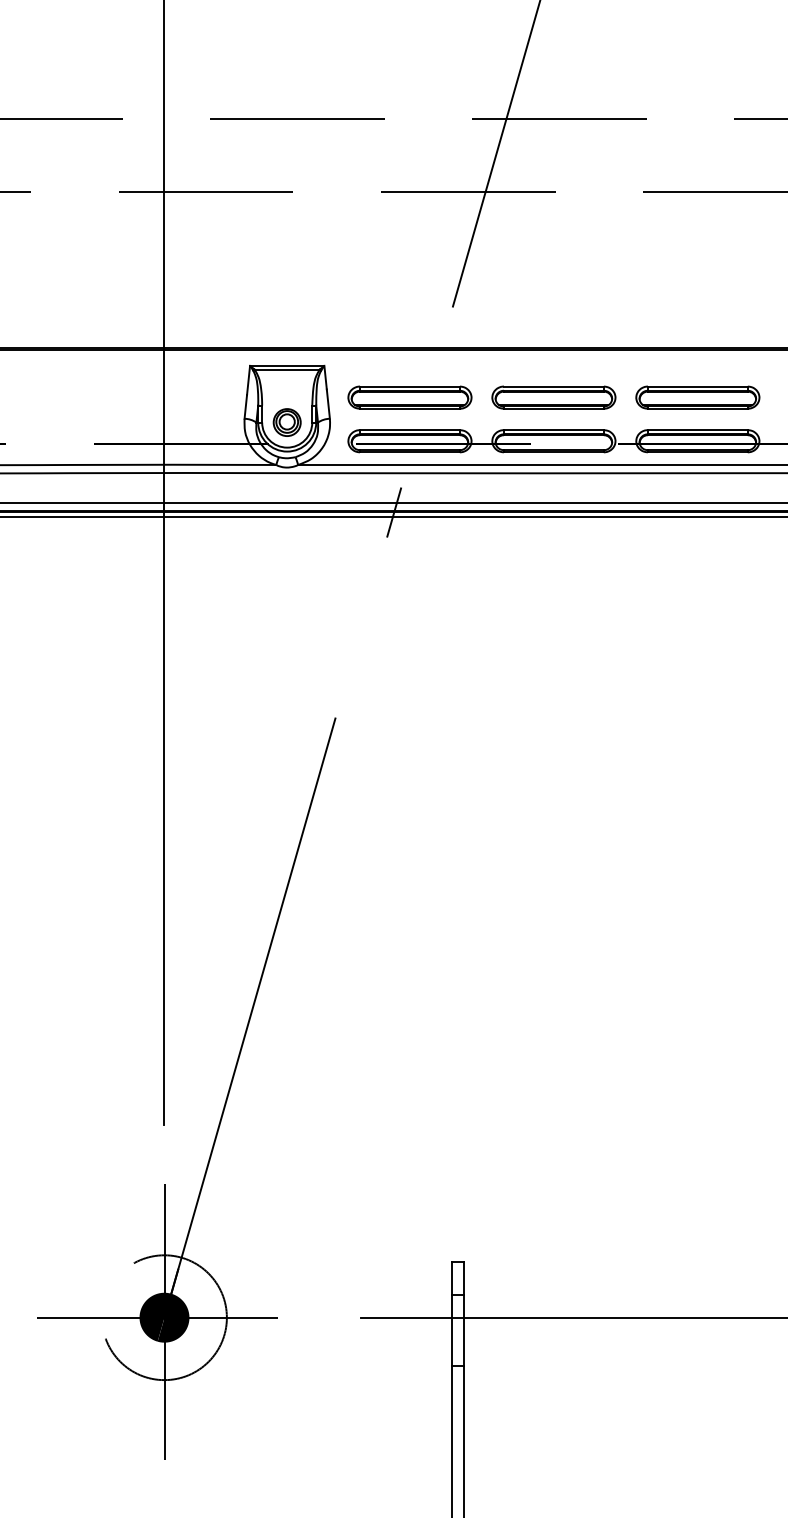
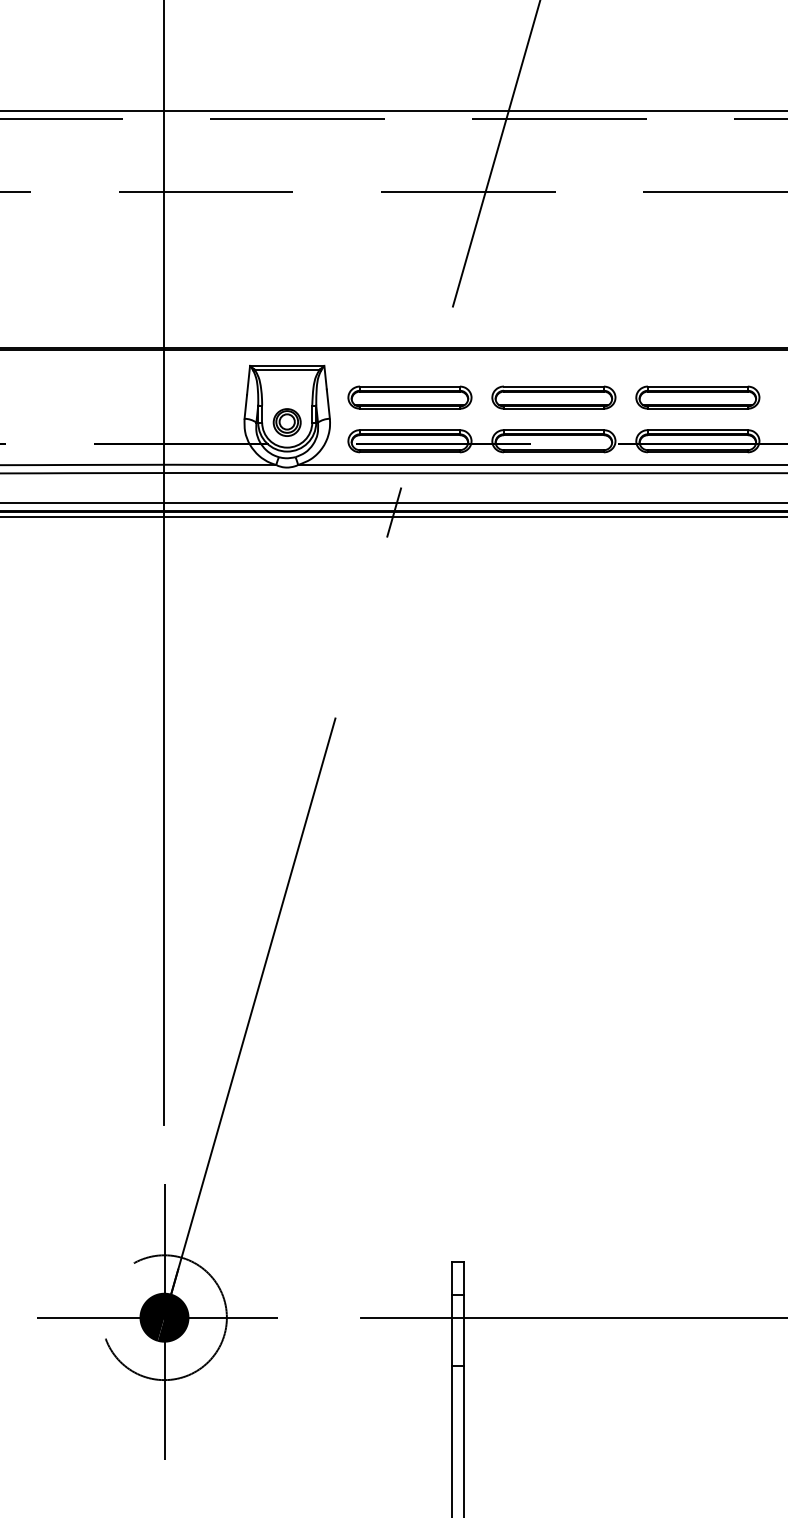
line at (393, 111): none -> present
